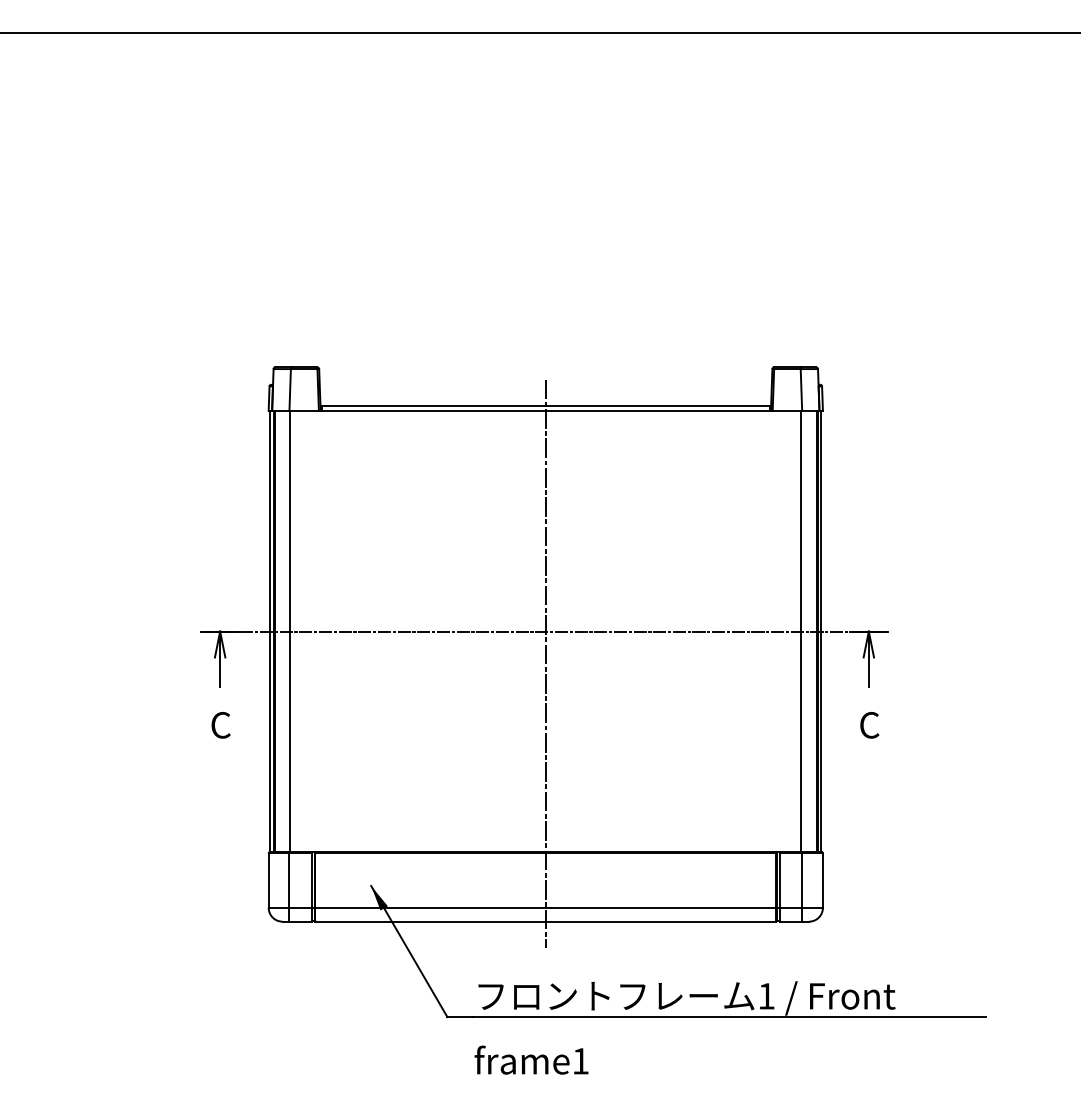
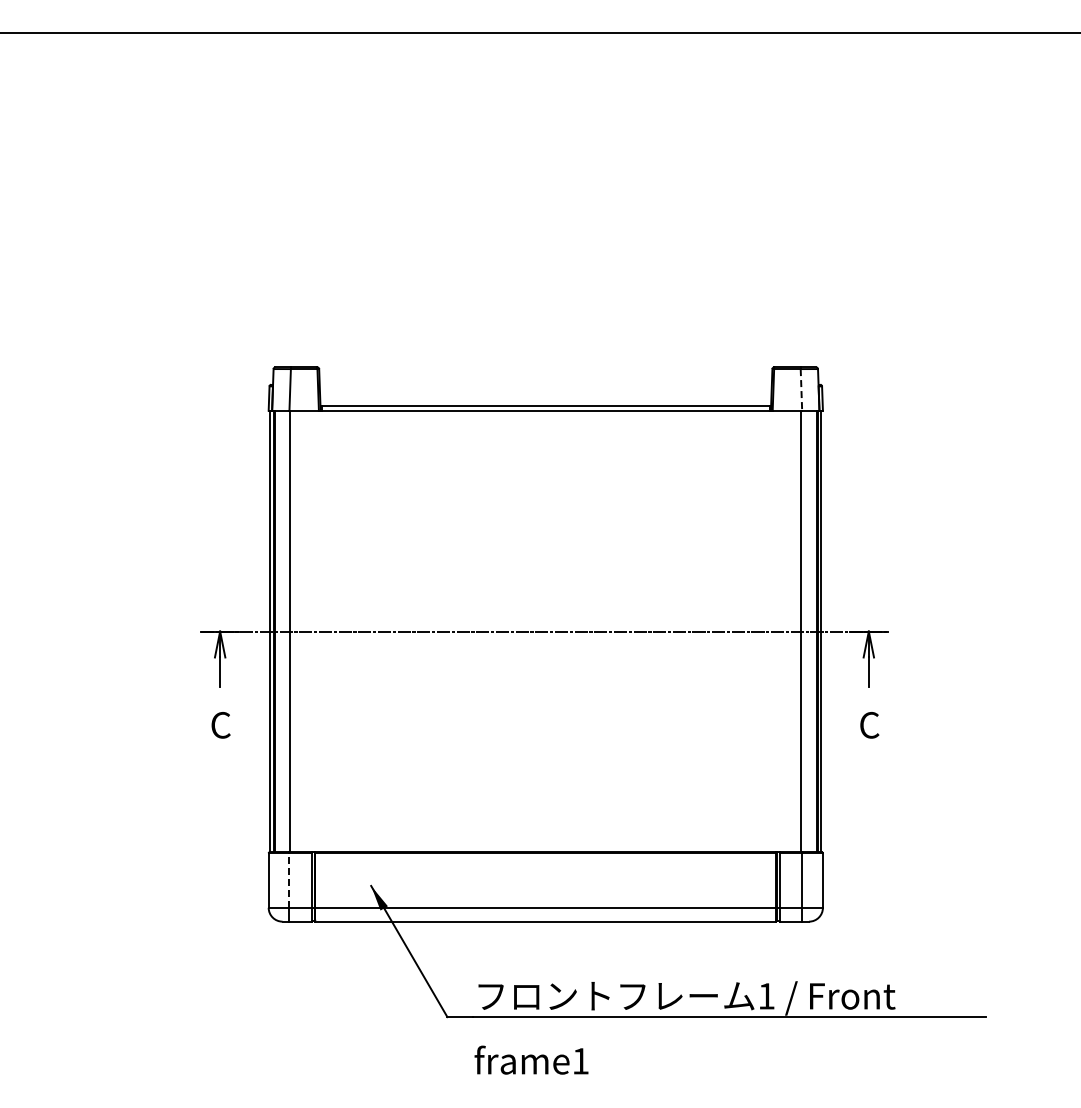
line at (801, 389): solid -> dashed
line at (545, 663): present -> none
line at (289, 880): solid -> dashed
